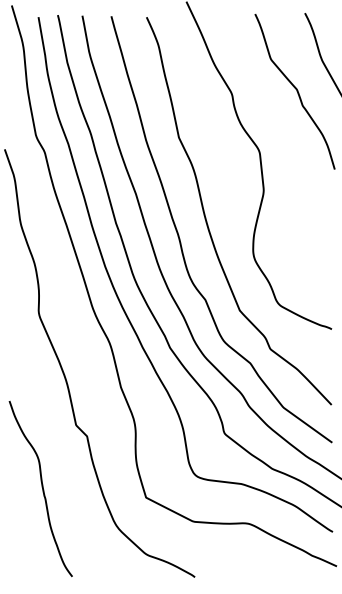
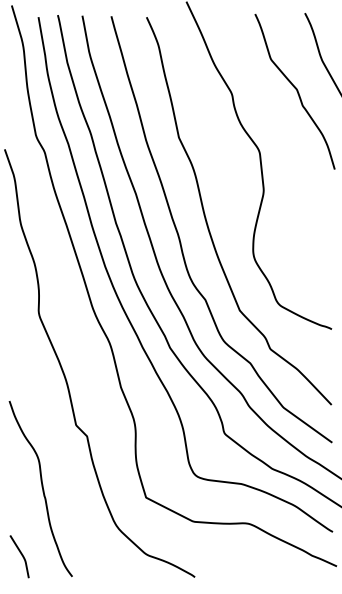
curve at (20, 554): none -> present
